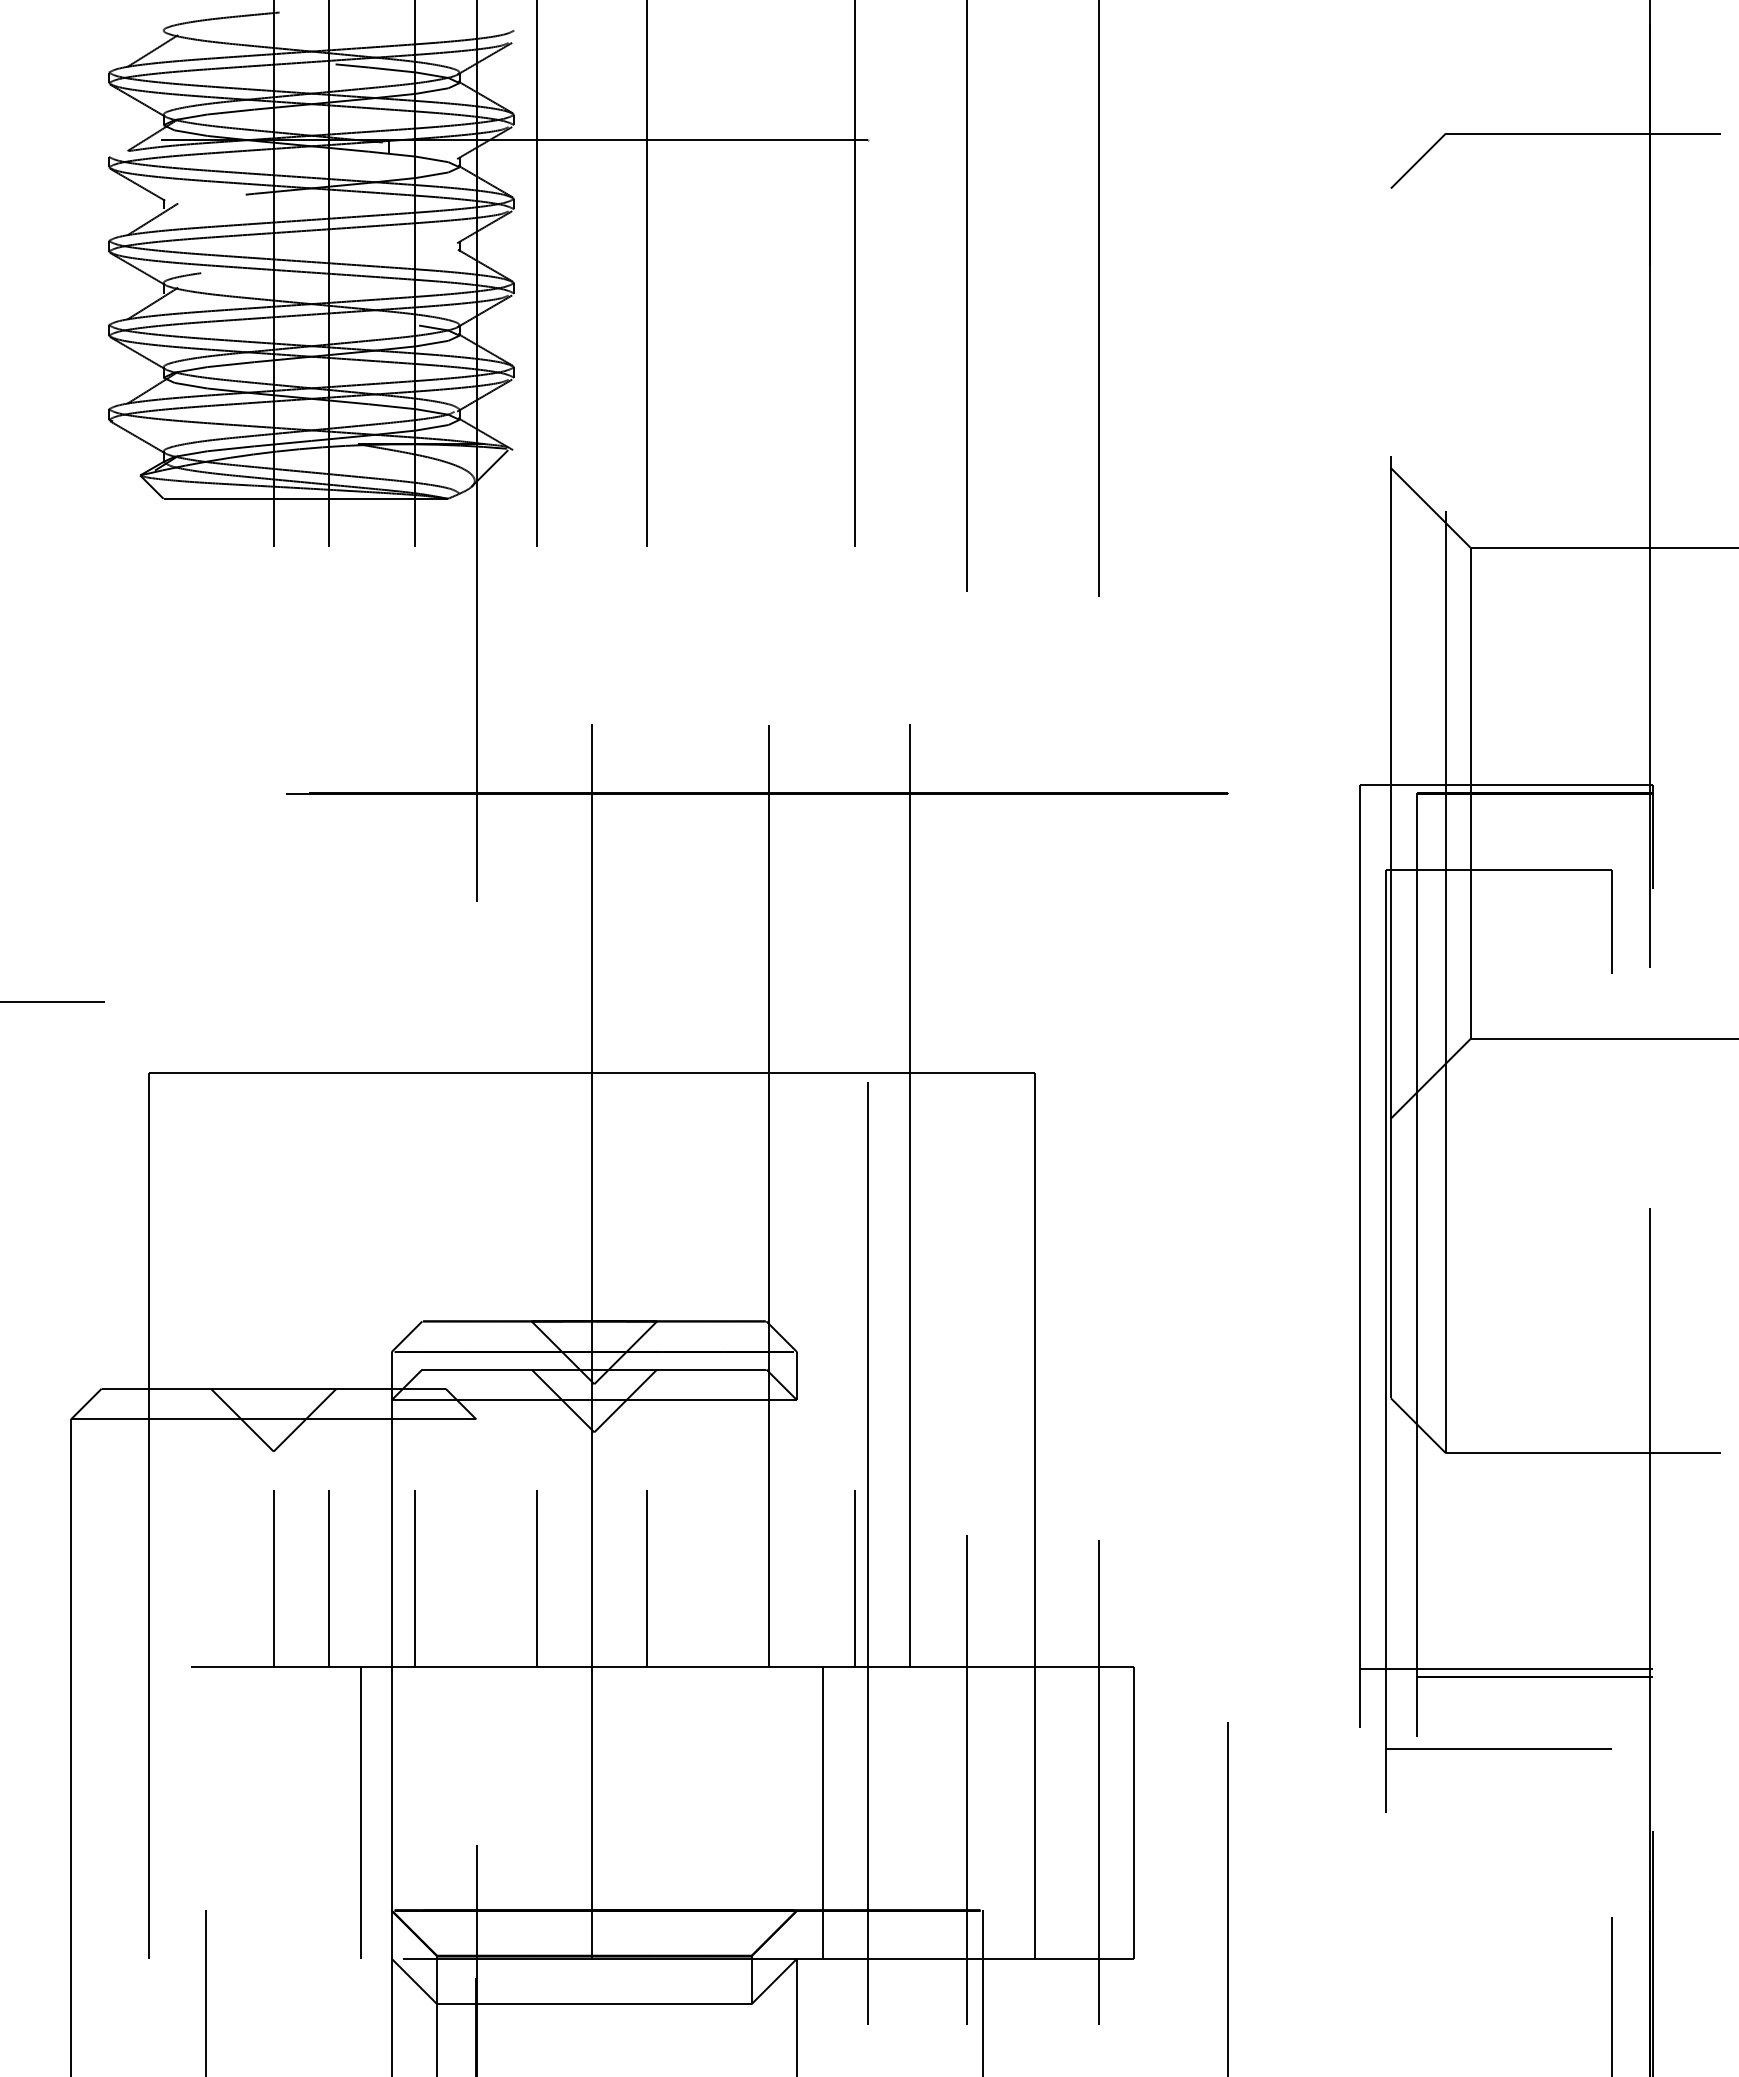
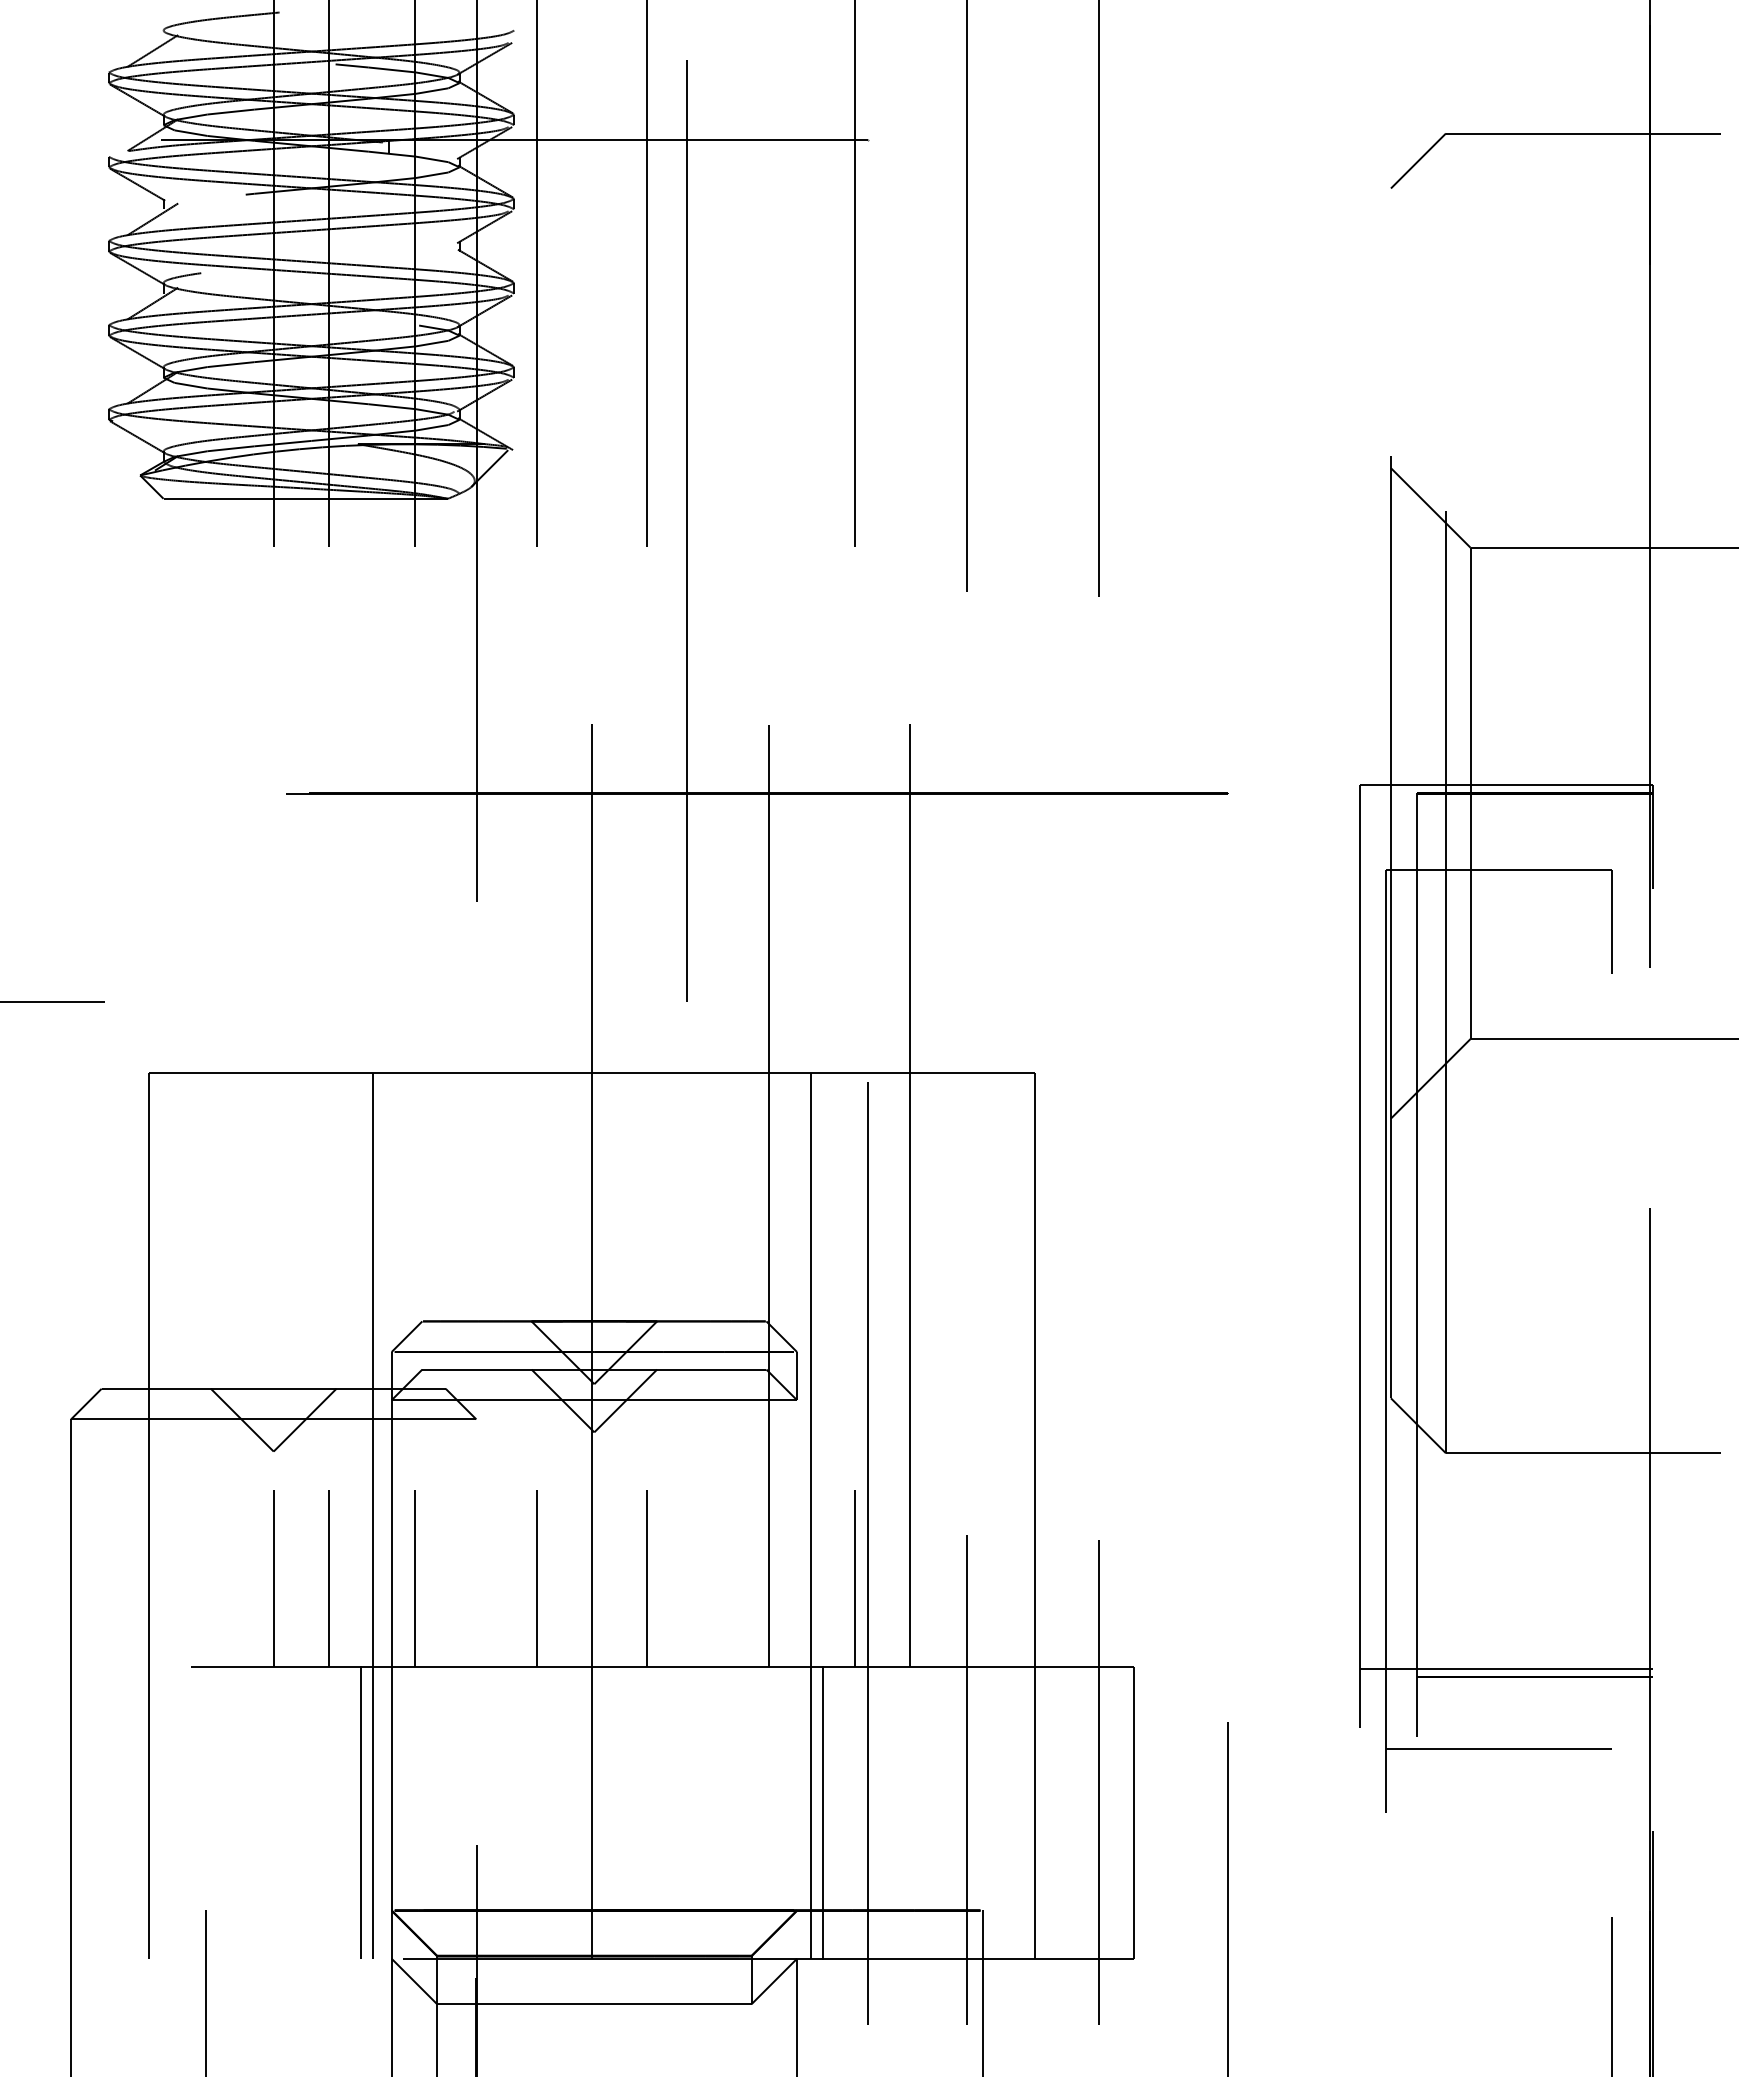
line at (686, 502): none -> present
line at (372, 1515): none -> present
line at (811, 1515): none -> present
